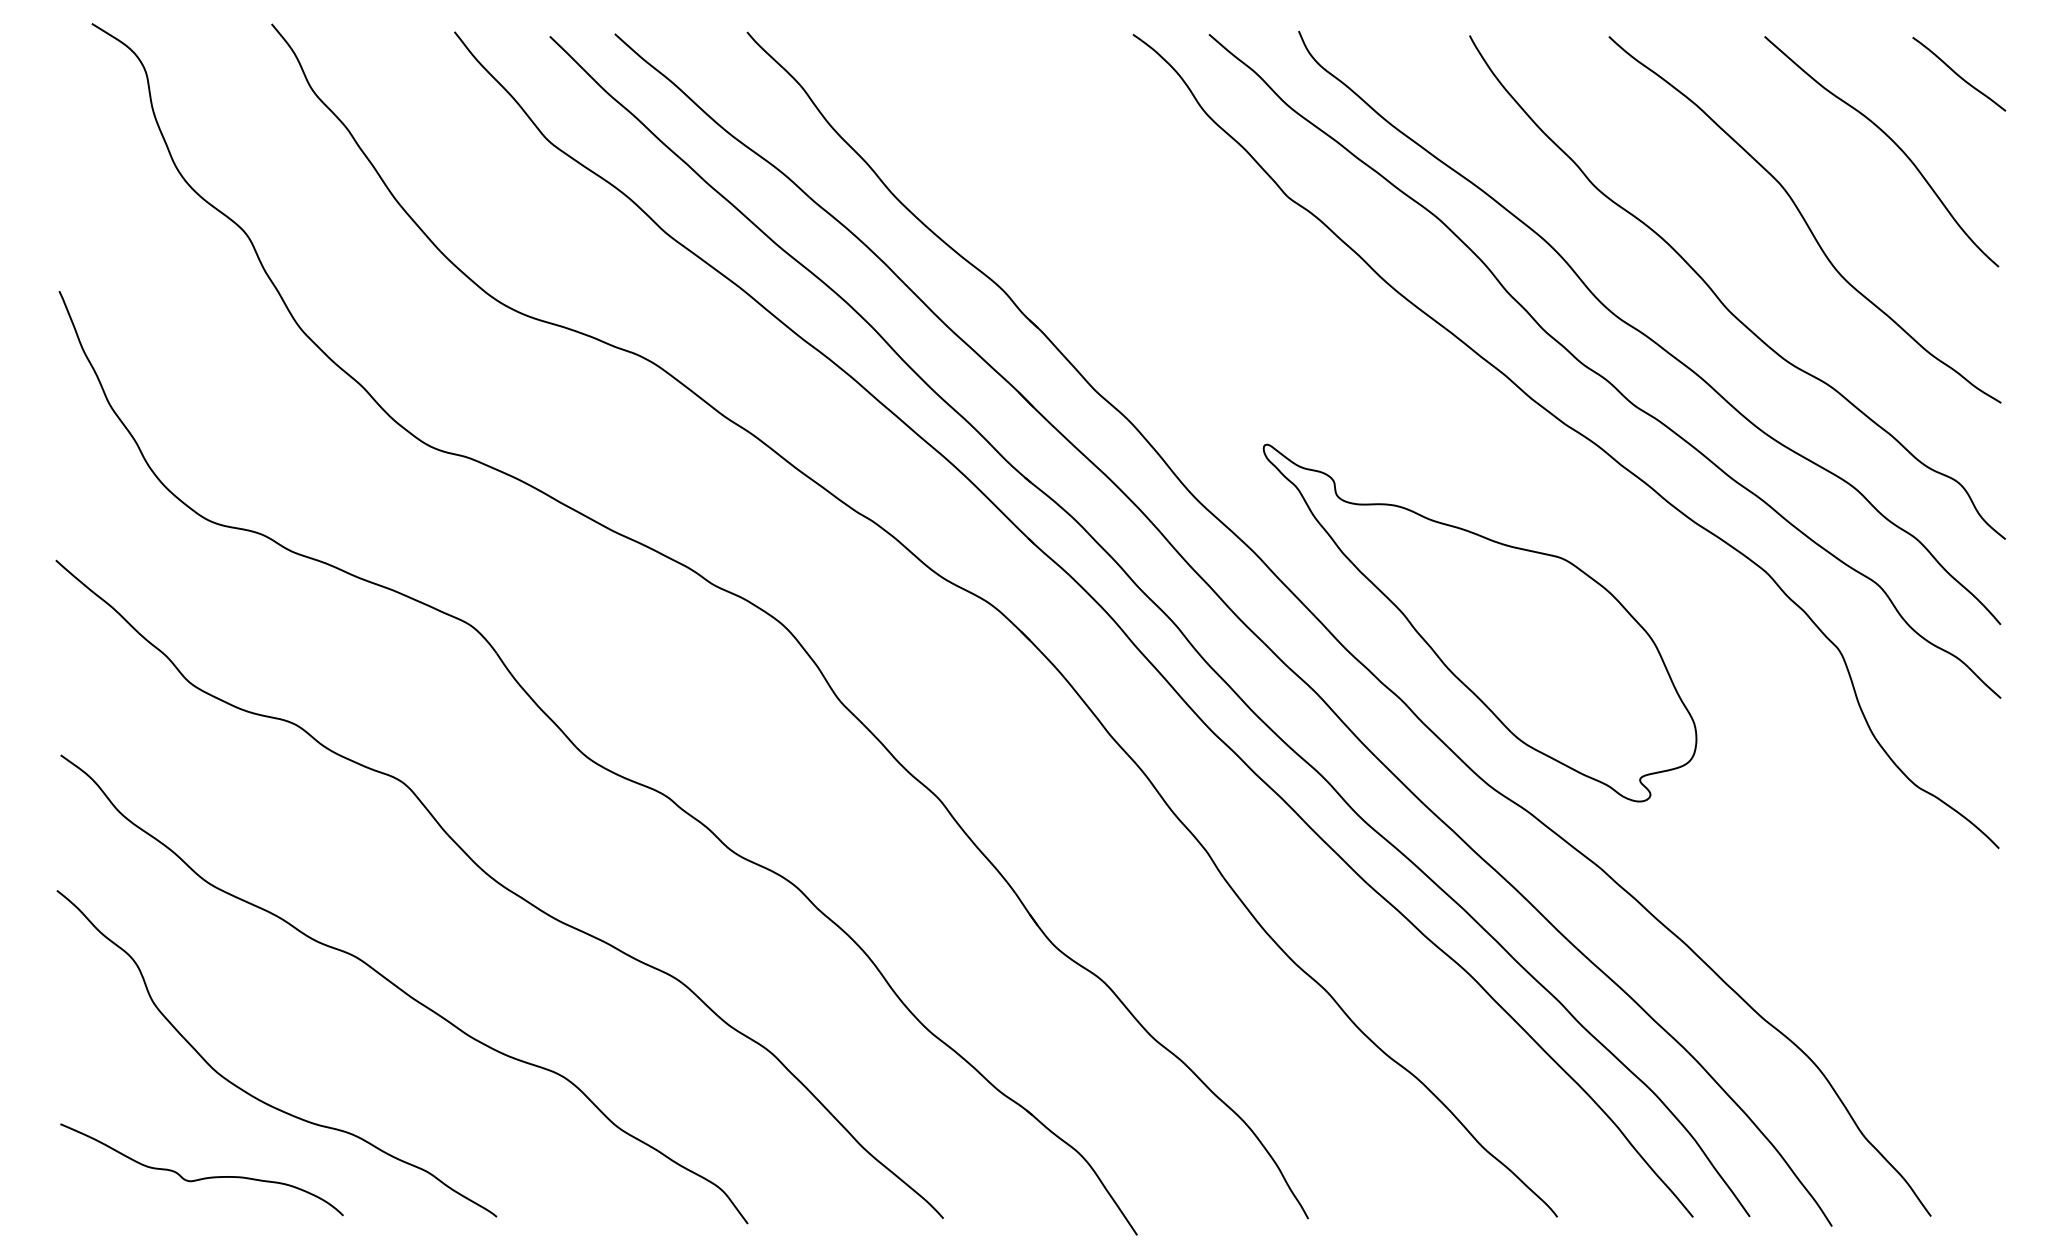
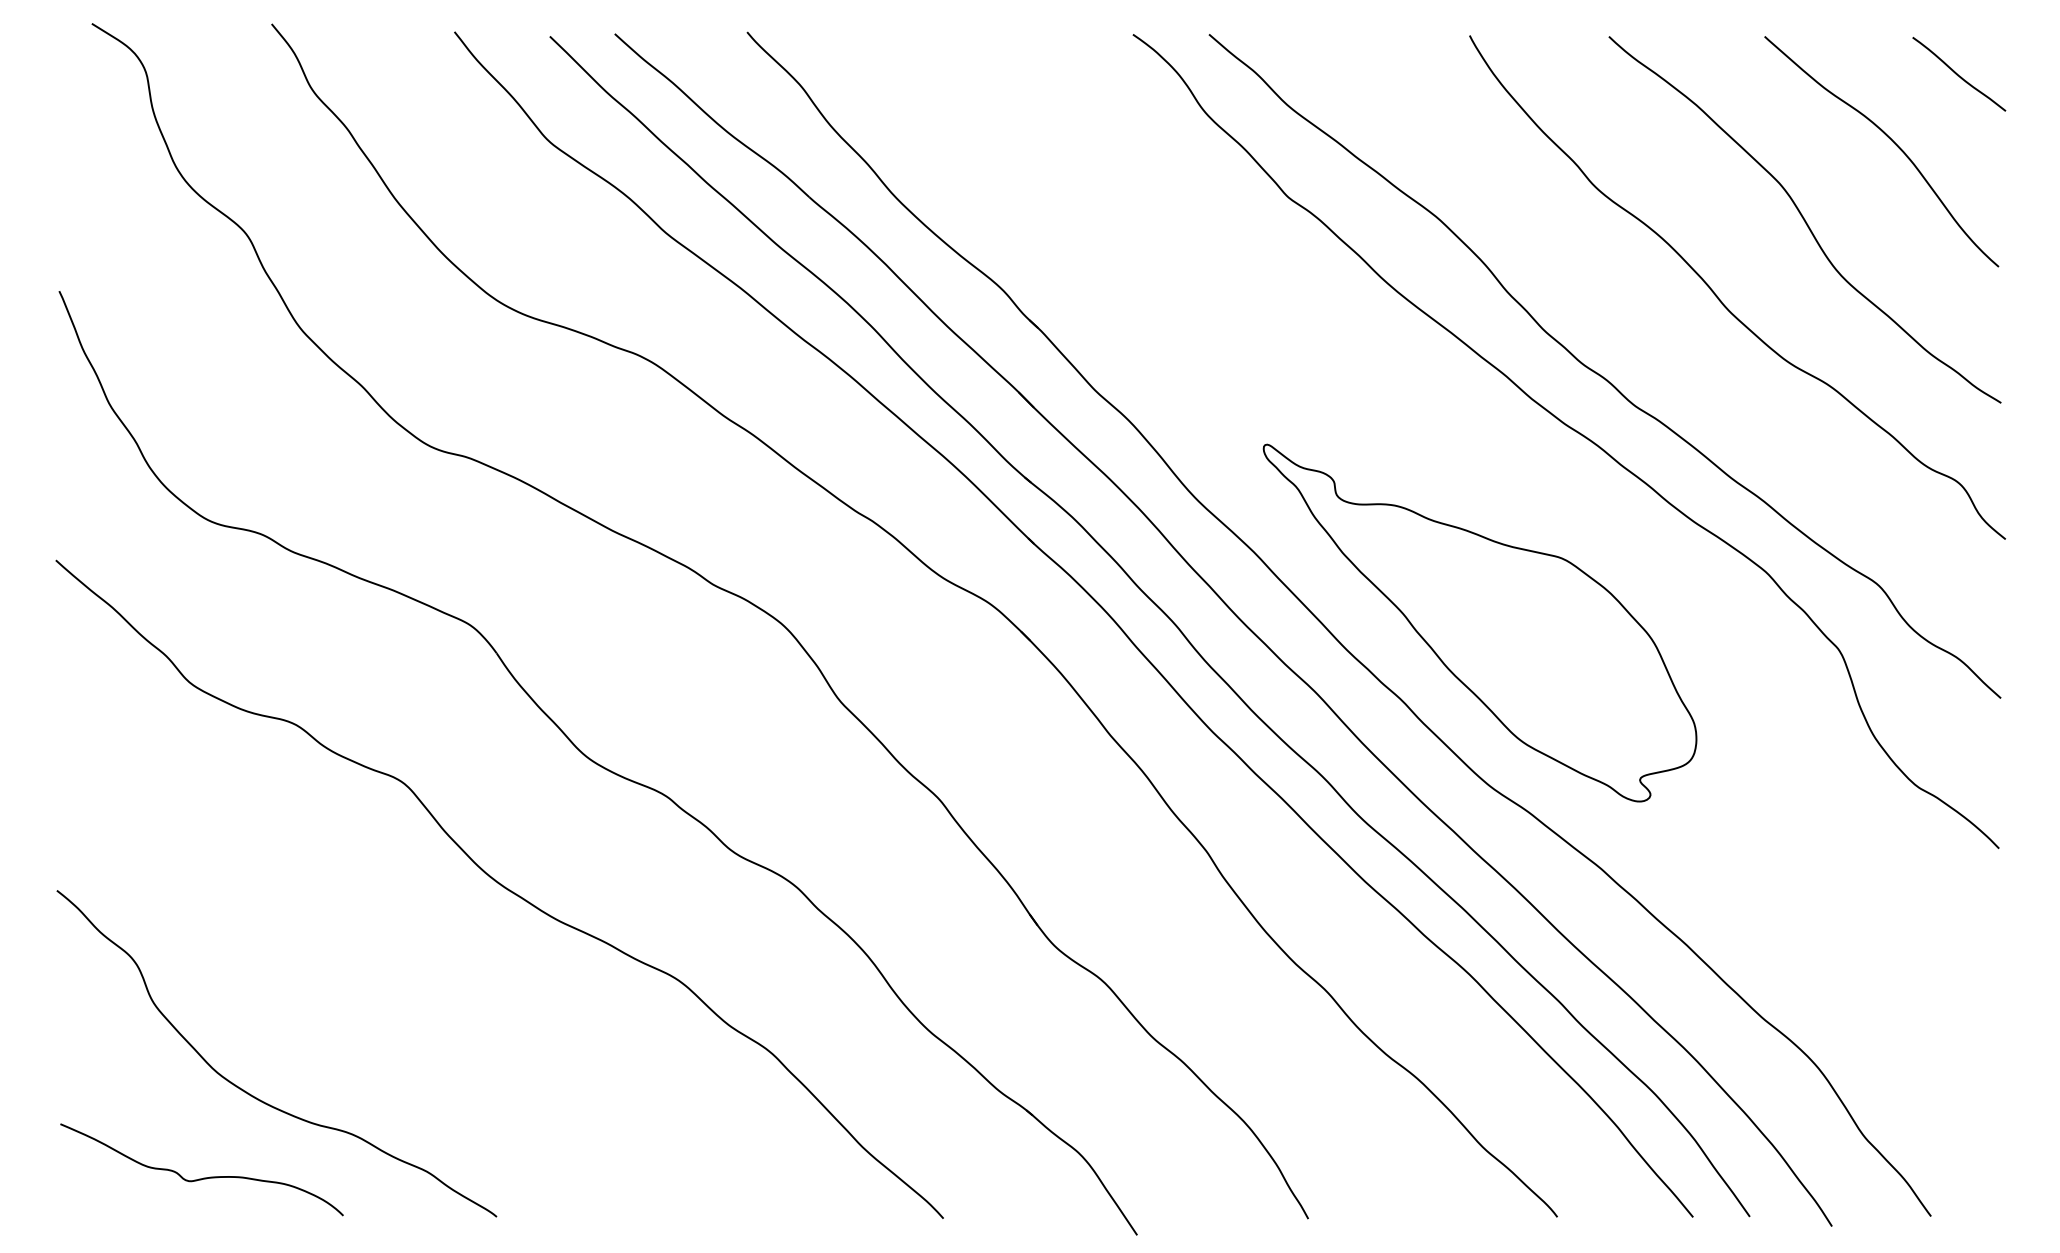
curve at (1643, 332): present -> none
curve at (403, 990): present -> none
